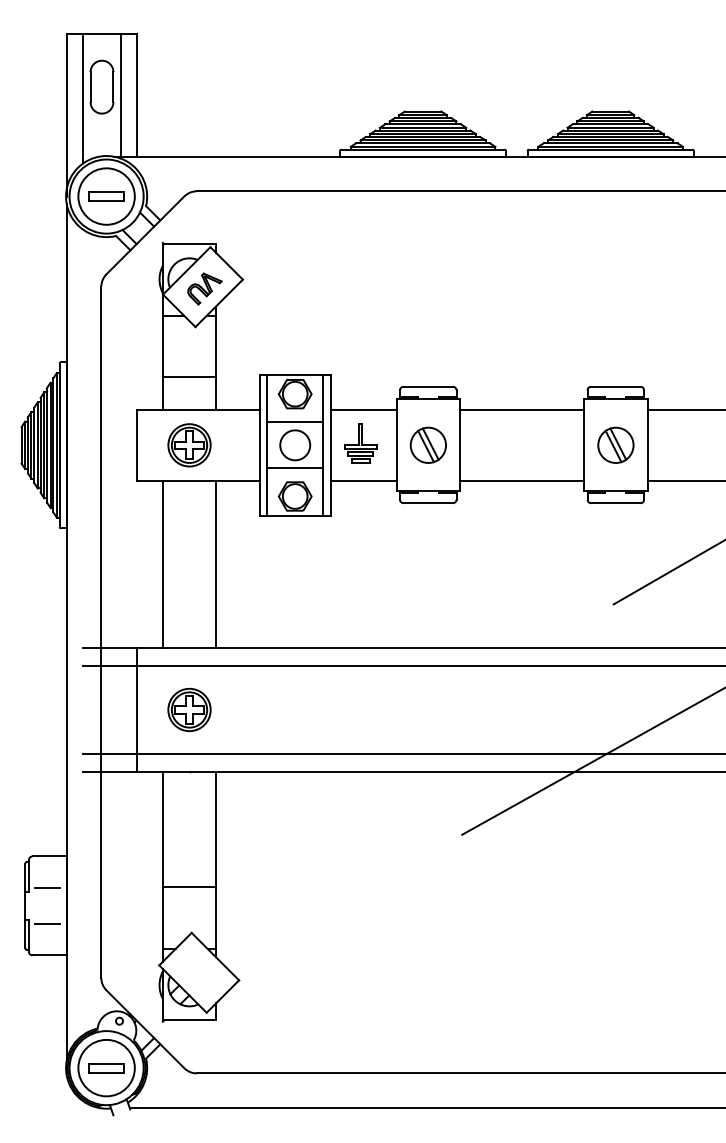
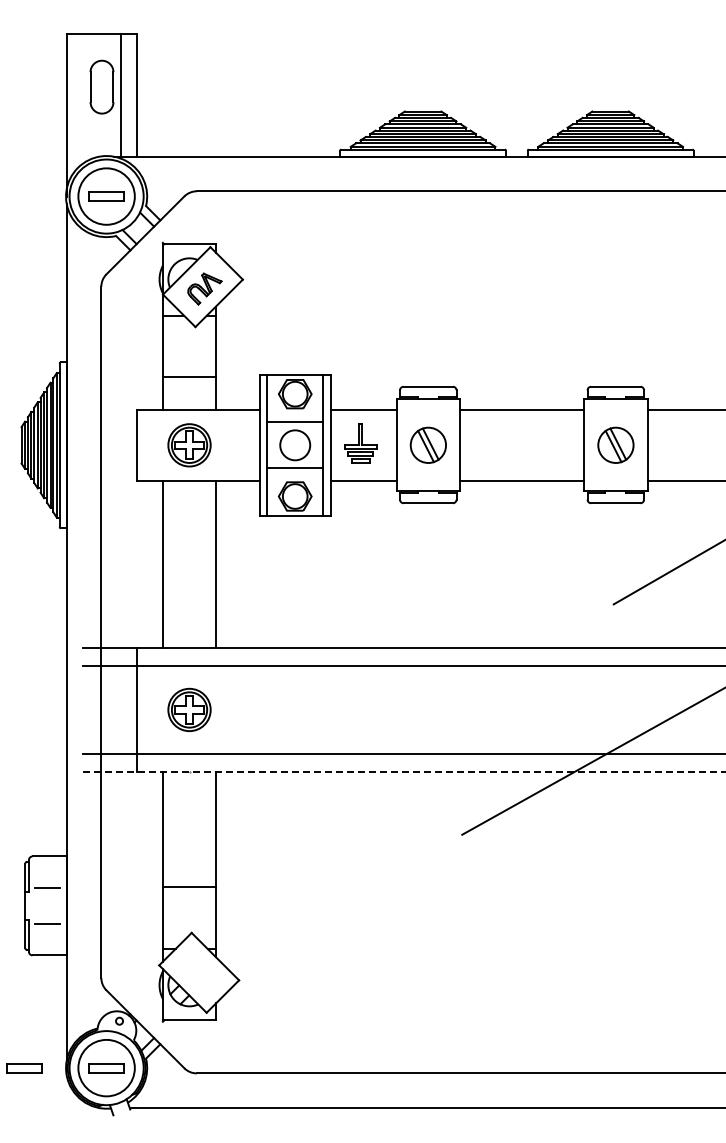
line at (82, 98): present -> none
line at (404, 771): solid -> dashed
part at (24, 1068): none -> present
